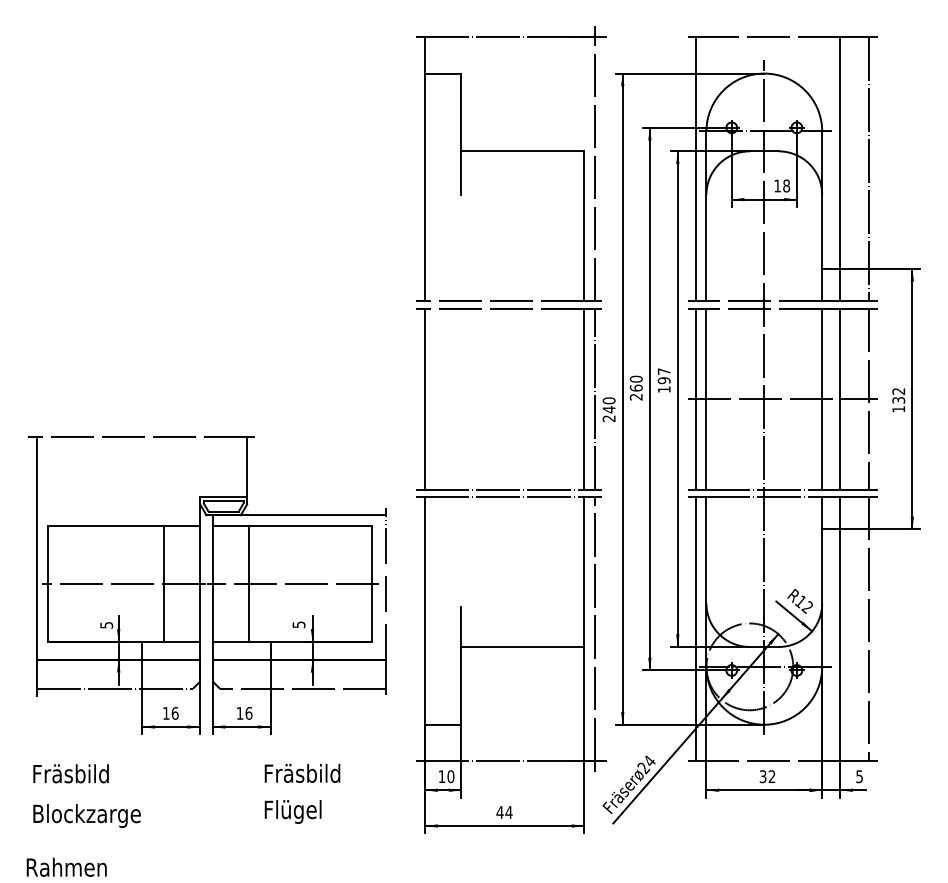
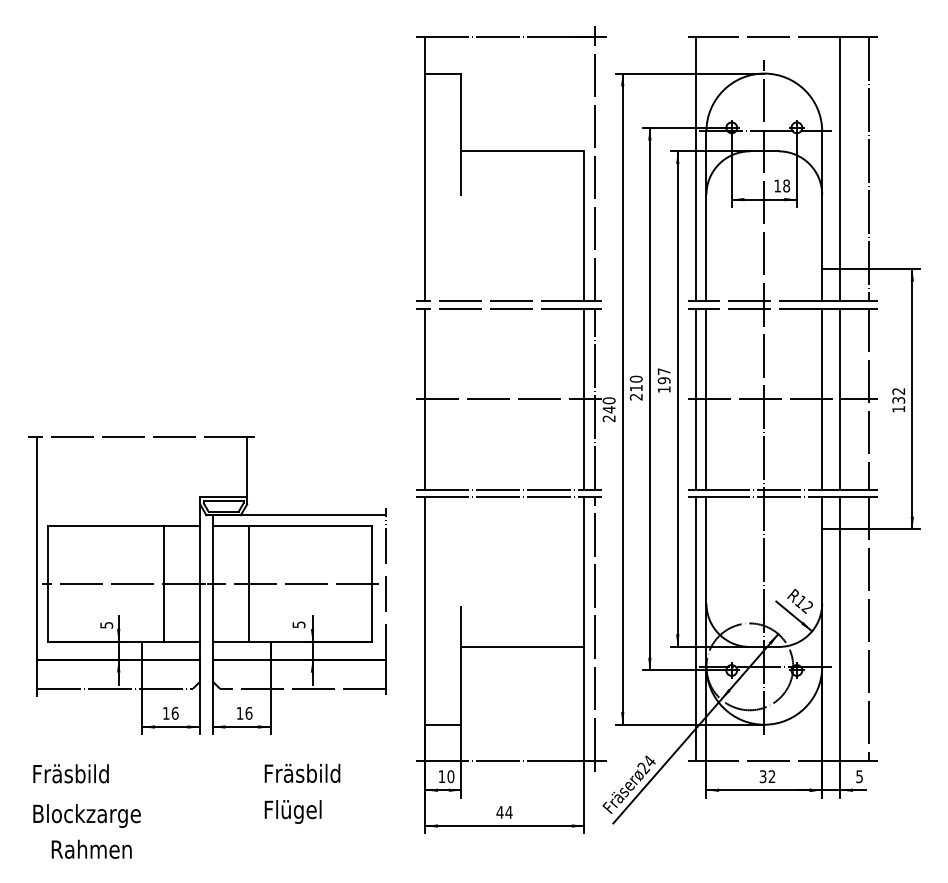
text at (635, 387): 260 -> 210
line at (508, 399): none -> present
text at (66, 866) position: (66, 866) -> (91, 848)
